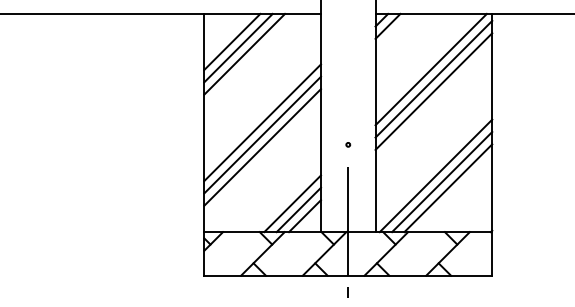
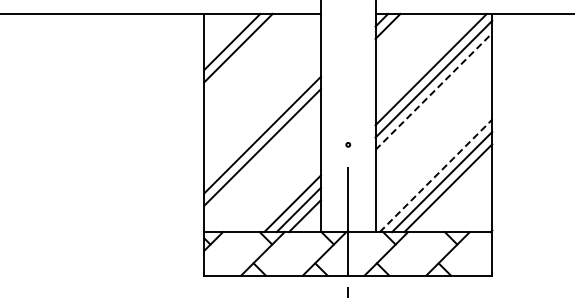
line at (244, 53): present -> none
line at (433, 91): solid -> dashed
line at (262, 122): present -> none
line at (436, 175): solid -> dashed
